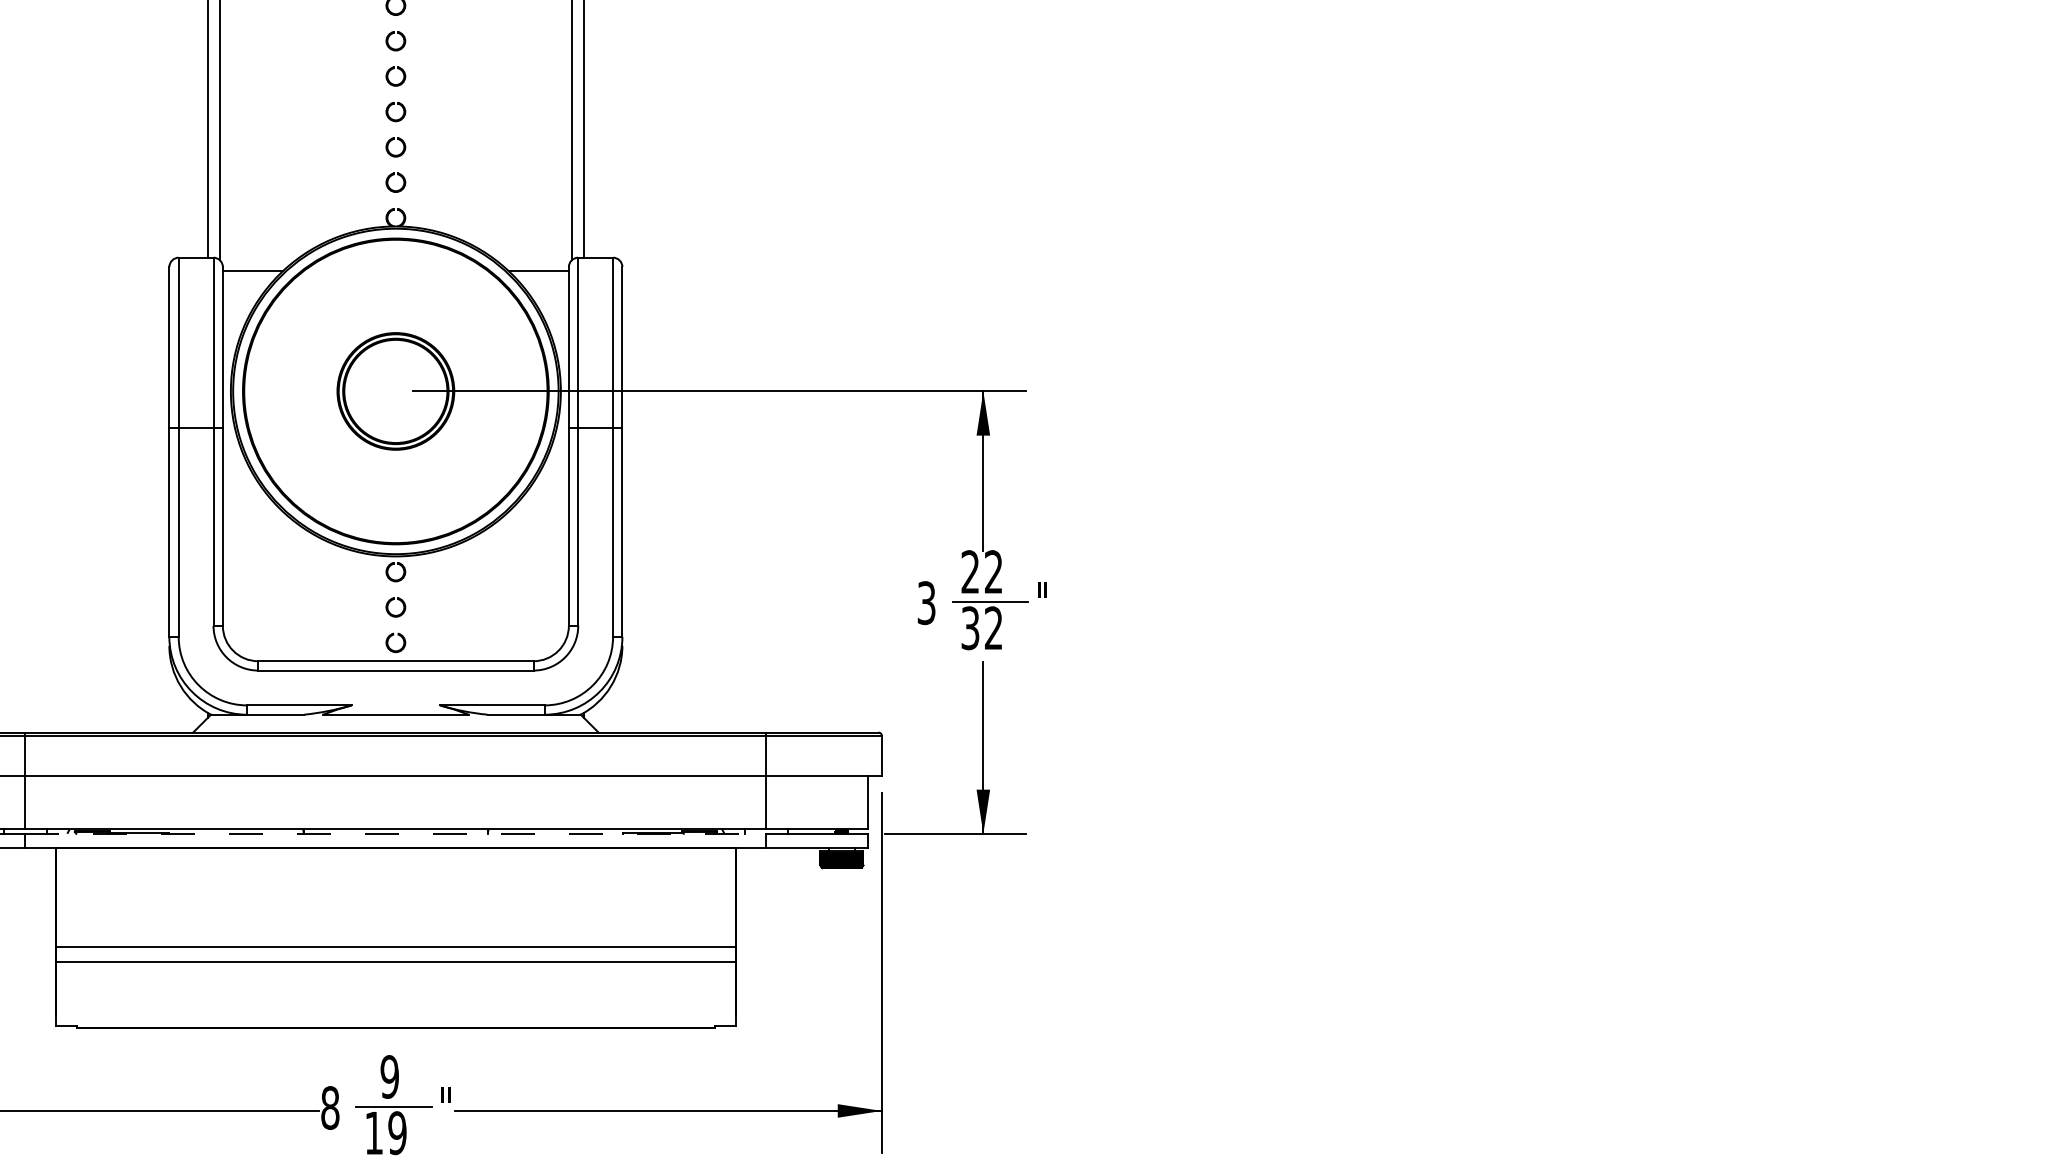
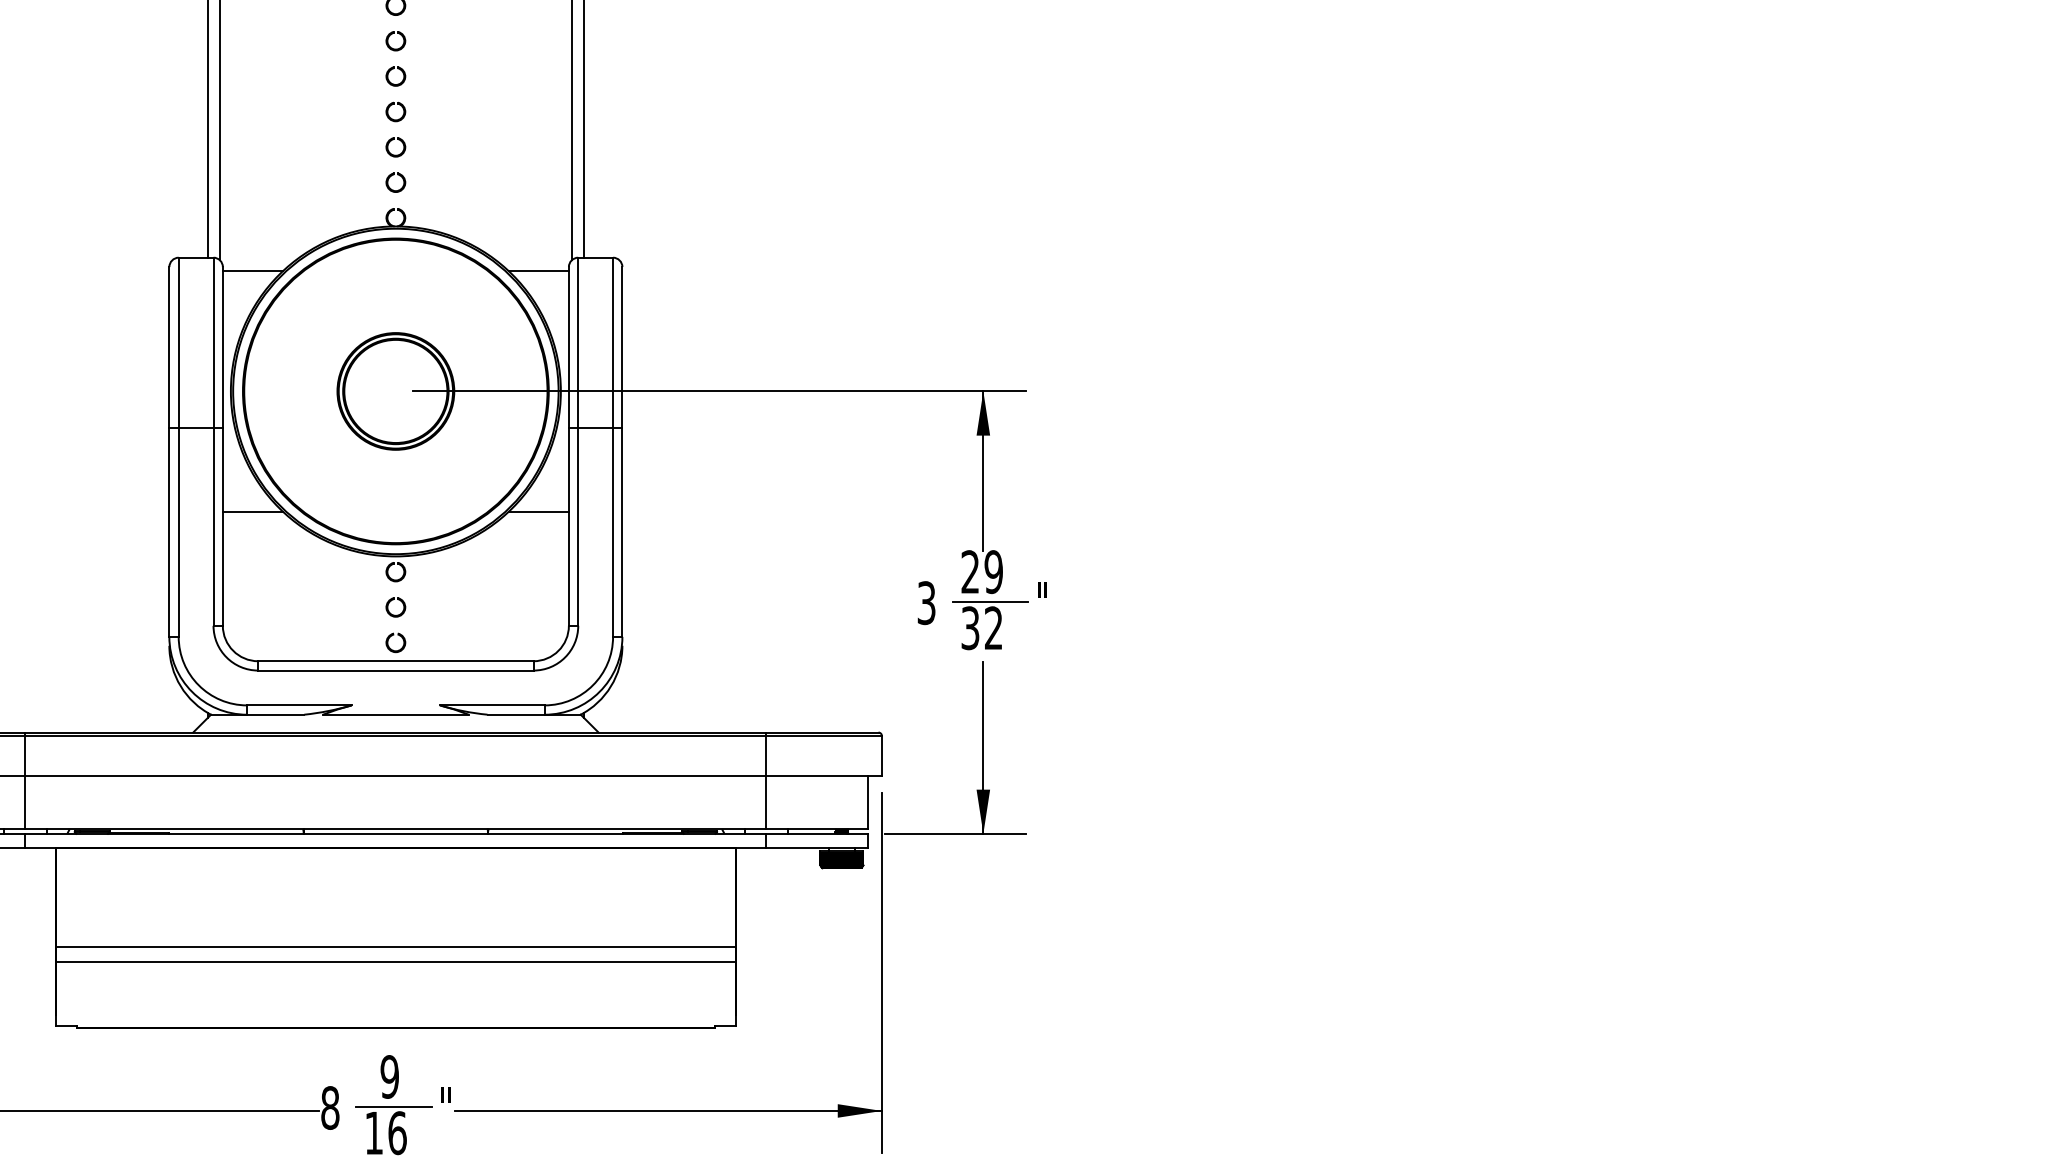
line at (252, 511): none -> present
line at (538, 511): none -> present
text at (993, 572): 22 -> 29
line at (395, 833): dashed -> solid
text at (397, 1133): 19 -> 16
